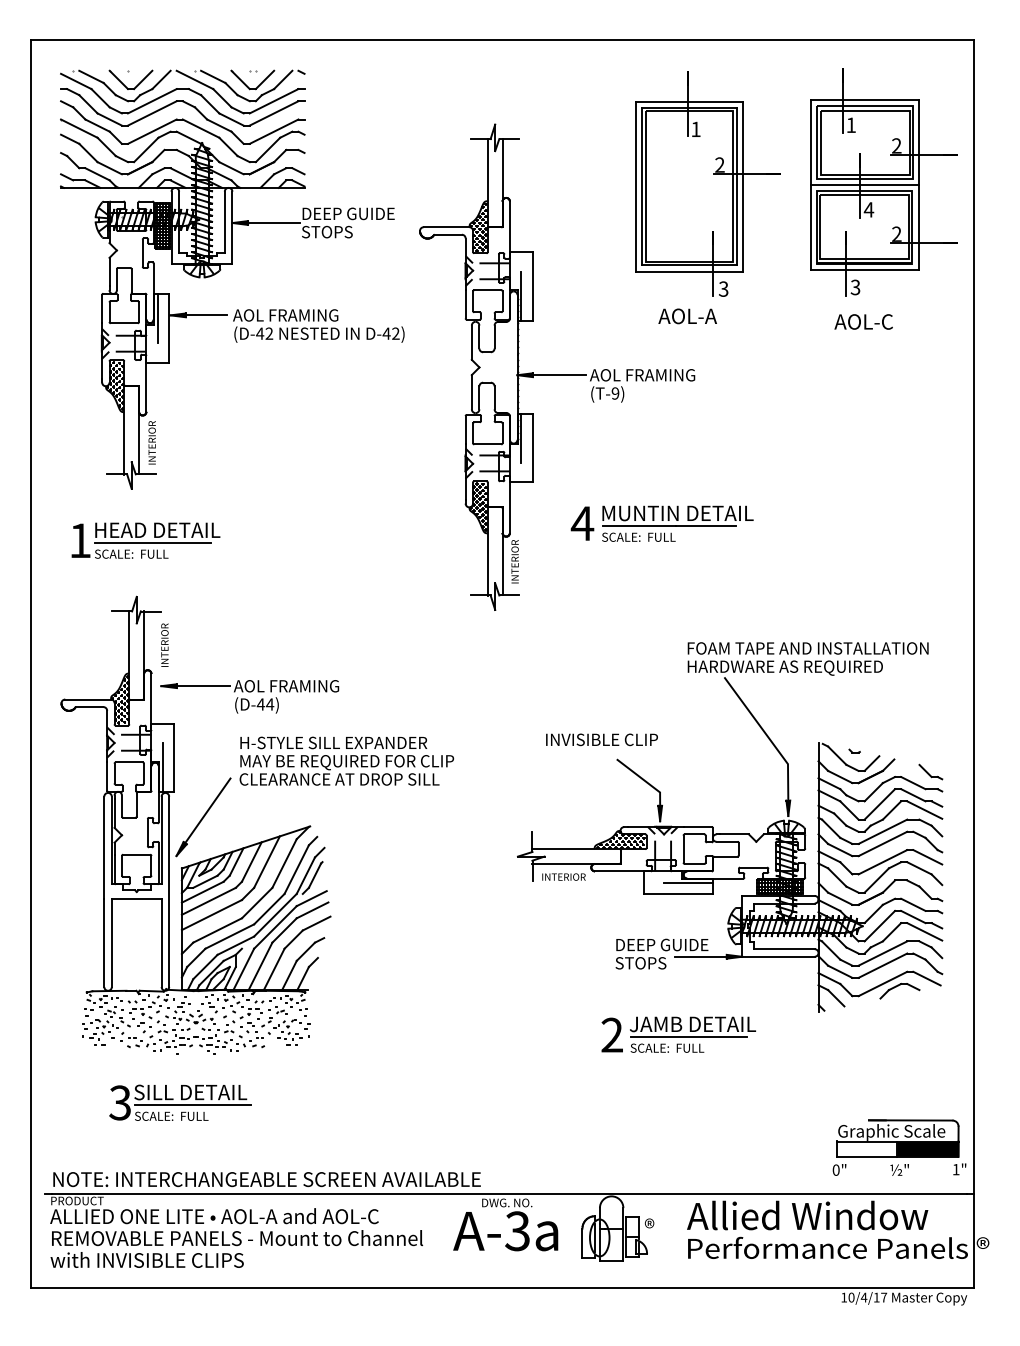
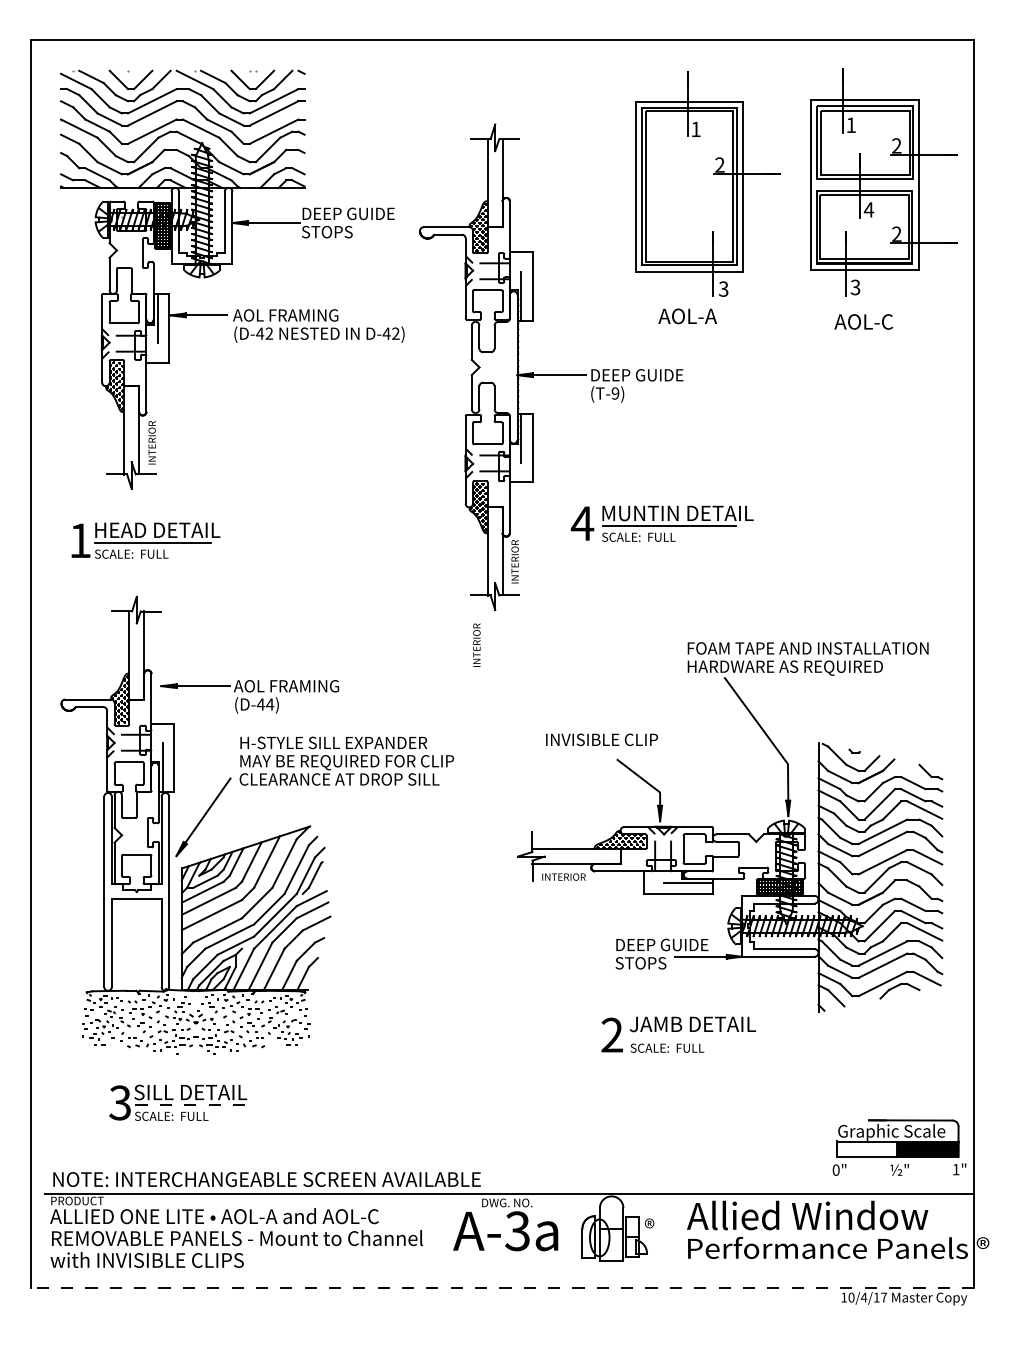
line at (864, 184): present -> none
text at (642, 375): AOL FRAMING -> DEEP GUIDE
text at (164, 644) position: (164, 644) -> (476, 644)
line at (688, 1037): present -> none
line at (193, 1105): solid -> dashed
line at (502, 1288): solid -> dashed
